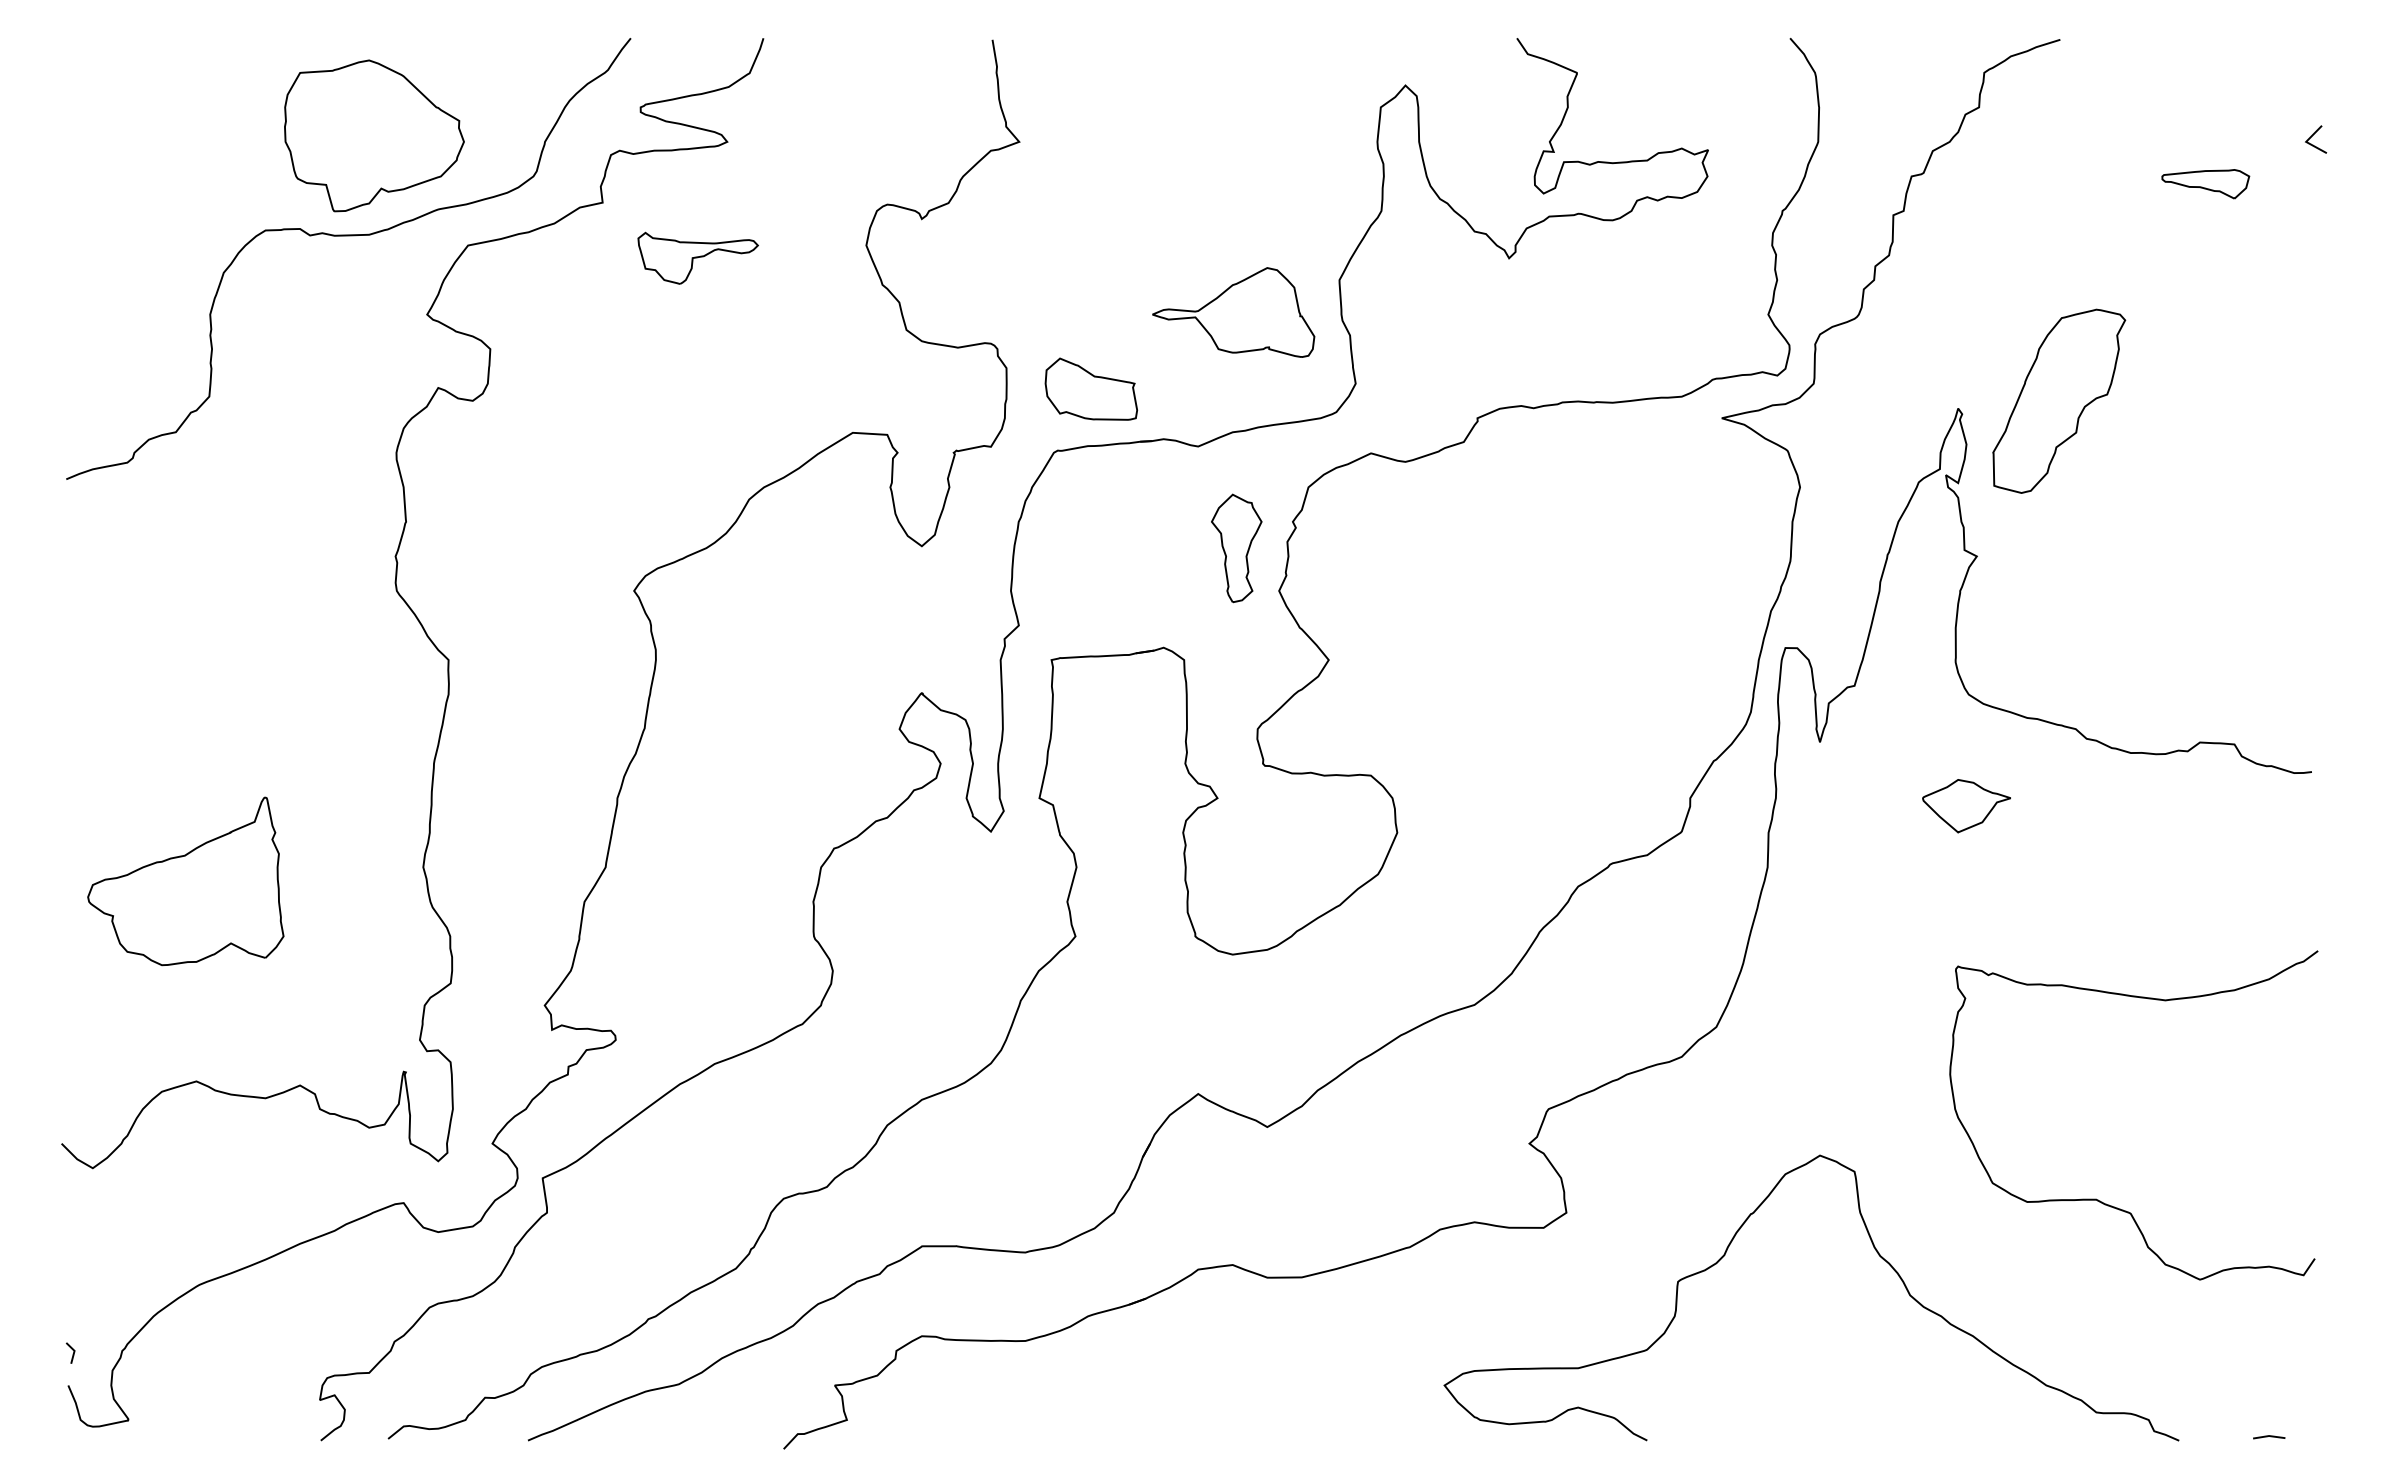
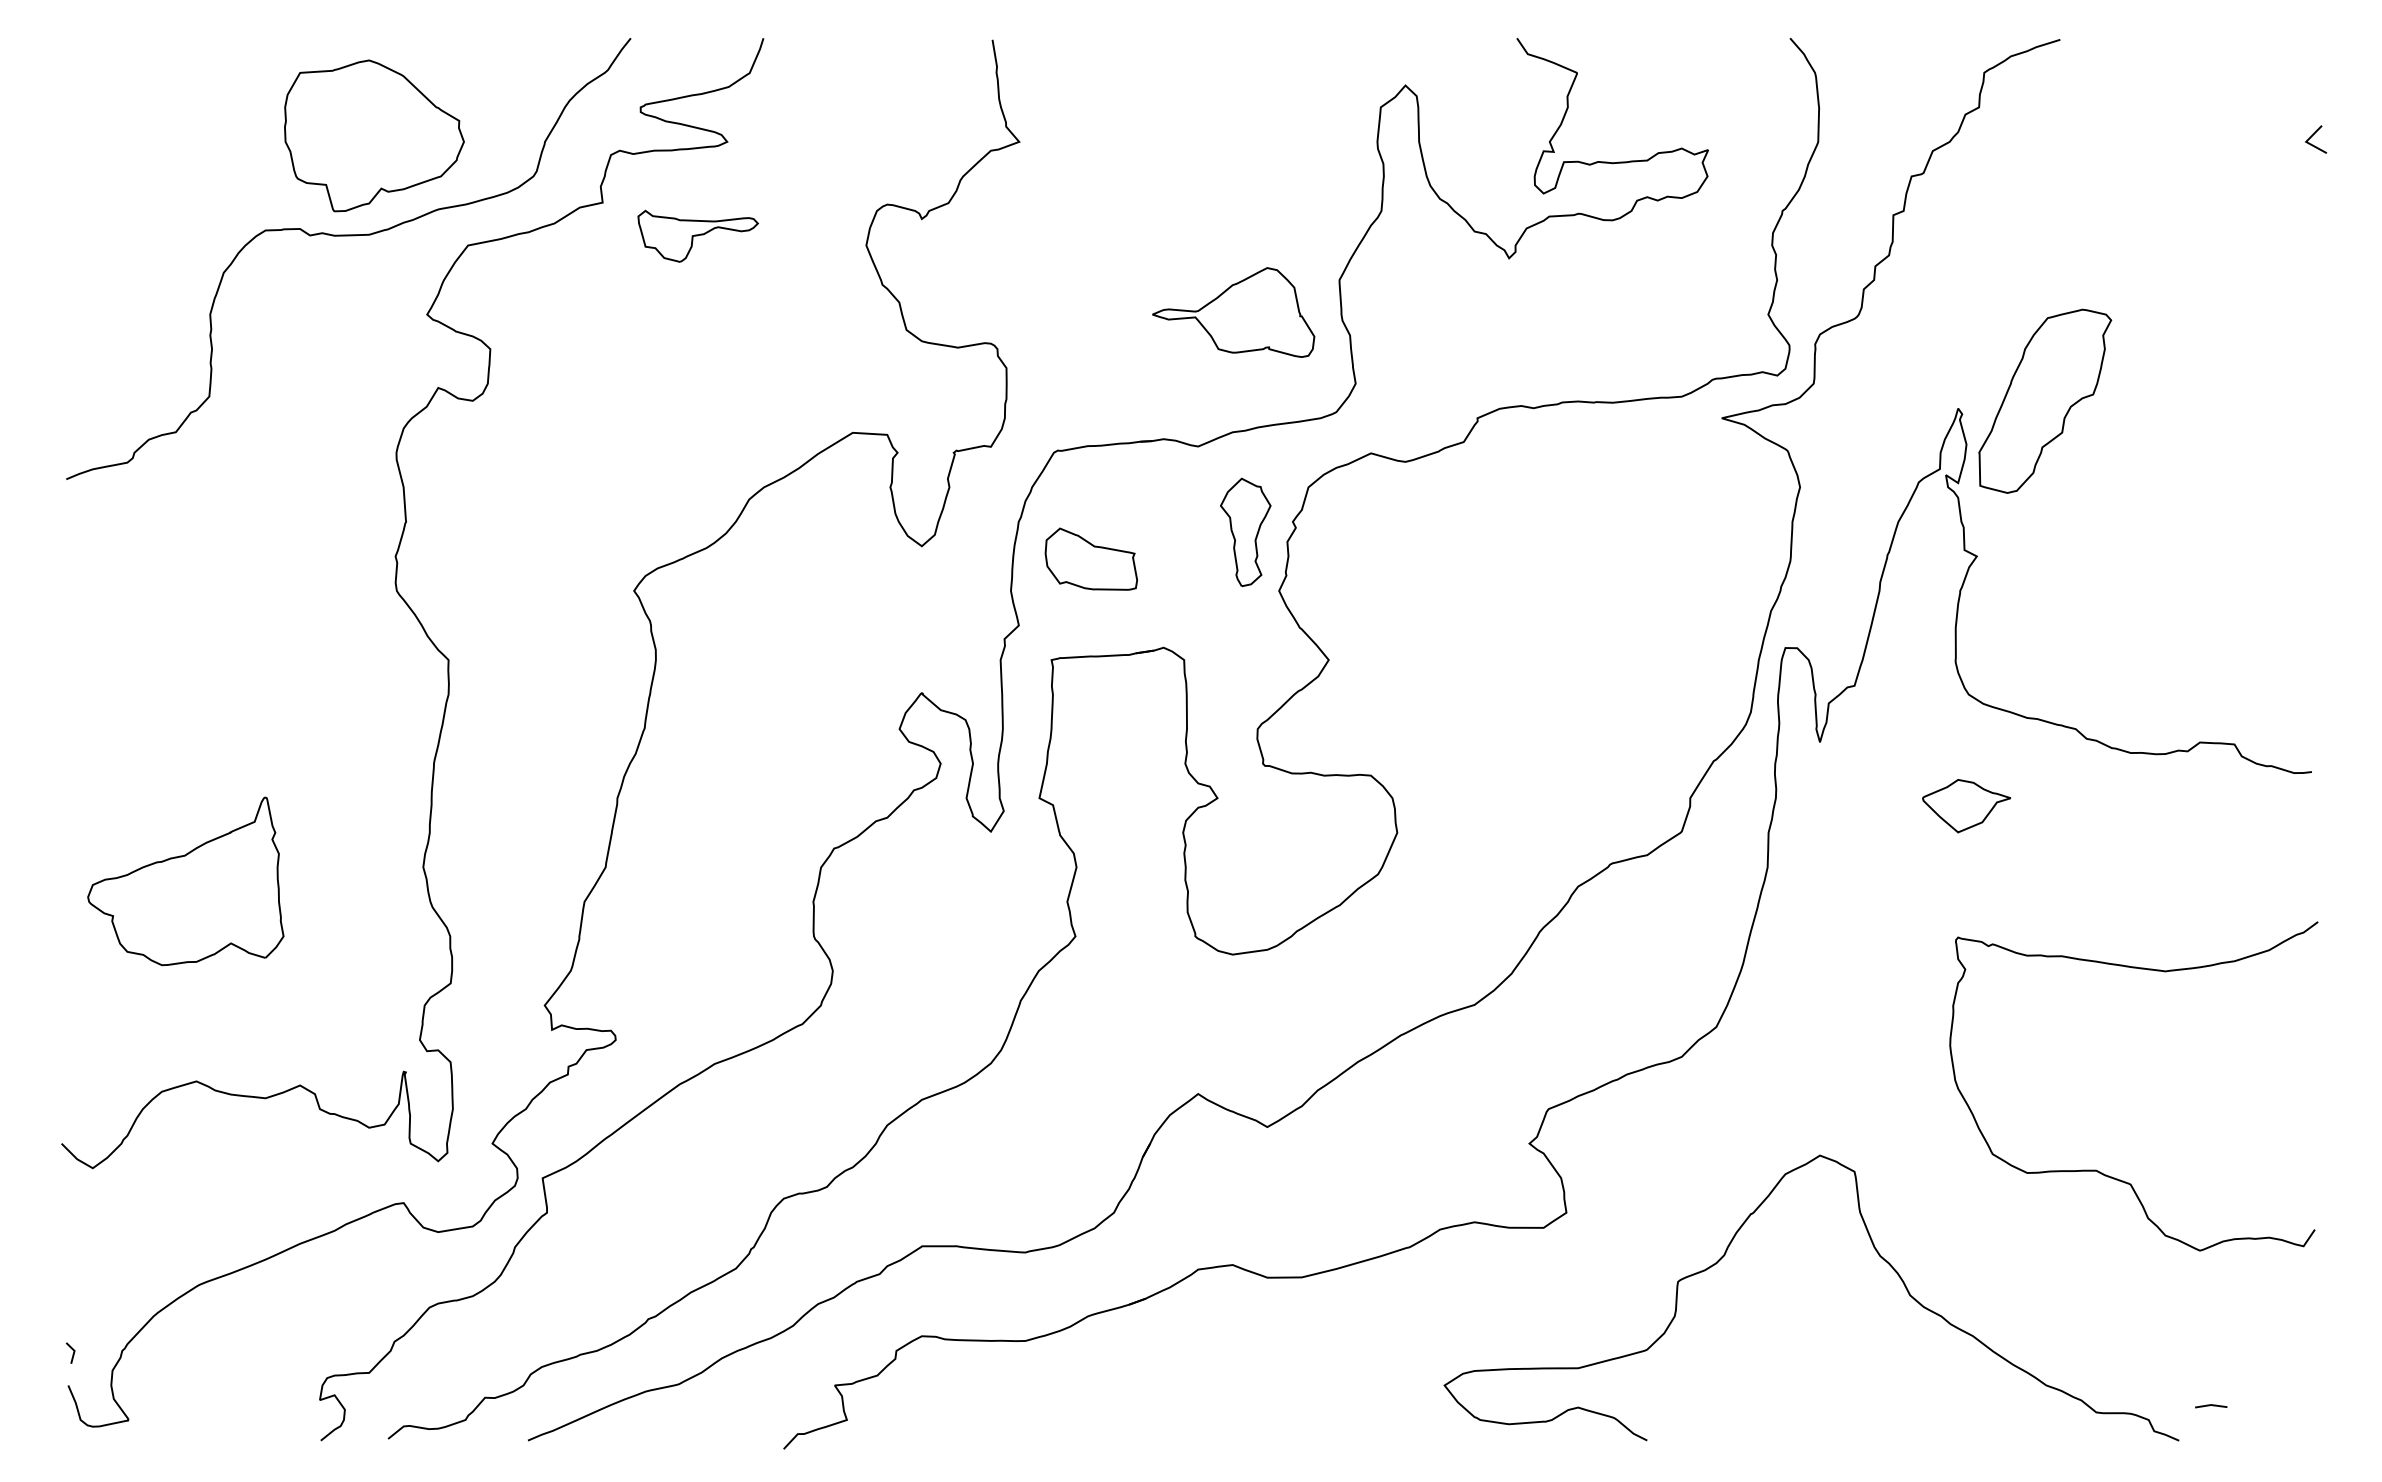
part at (2205, 184): present -> none
part at (697, 257) position: (697, 257) -> (697, 235)
part at (1091, 388) position: (1091, 388) -> (1091, 558)
part at (2059, 400) position: (2059, 400) -> (2045, 400)
part at (1236, 548) position: (1236, 548) -> (1245, 532)
curve at (2096, 1198) position: (2096, 1198) -> (2096, 1169)
line at (2269, 1436) position: (2269, 1436) -> (2211, 1405)
